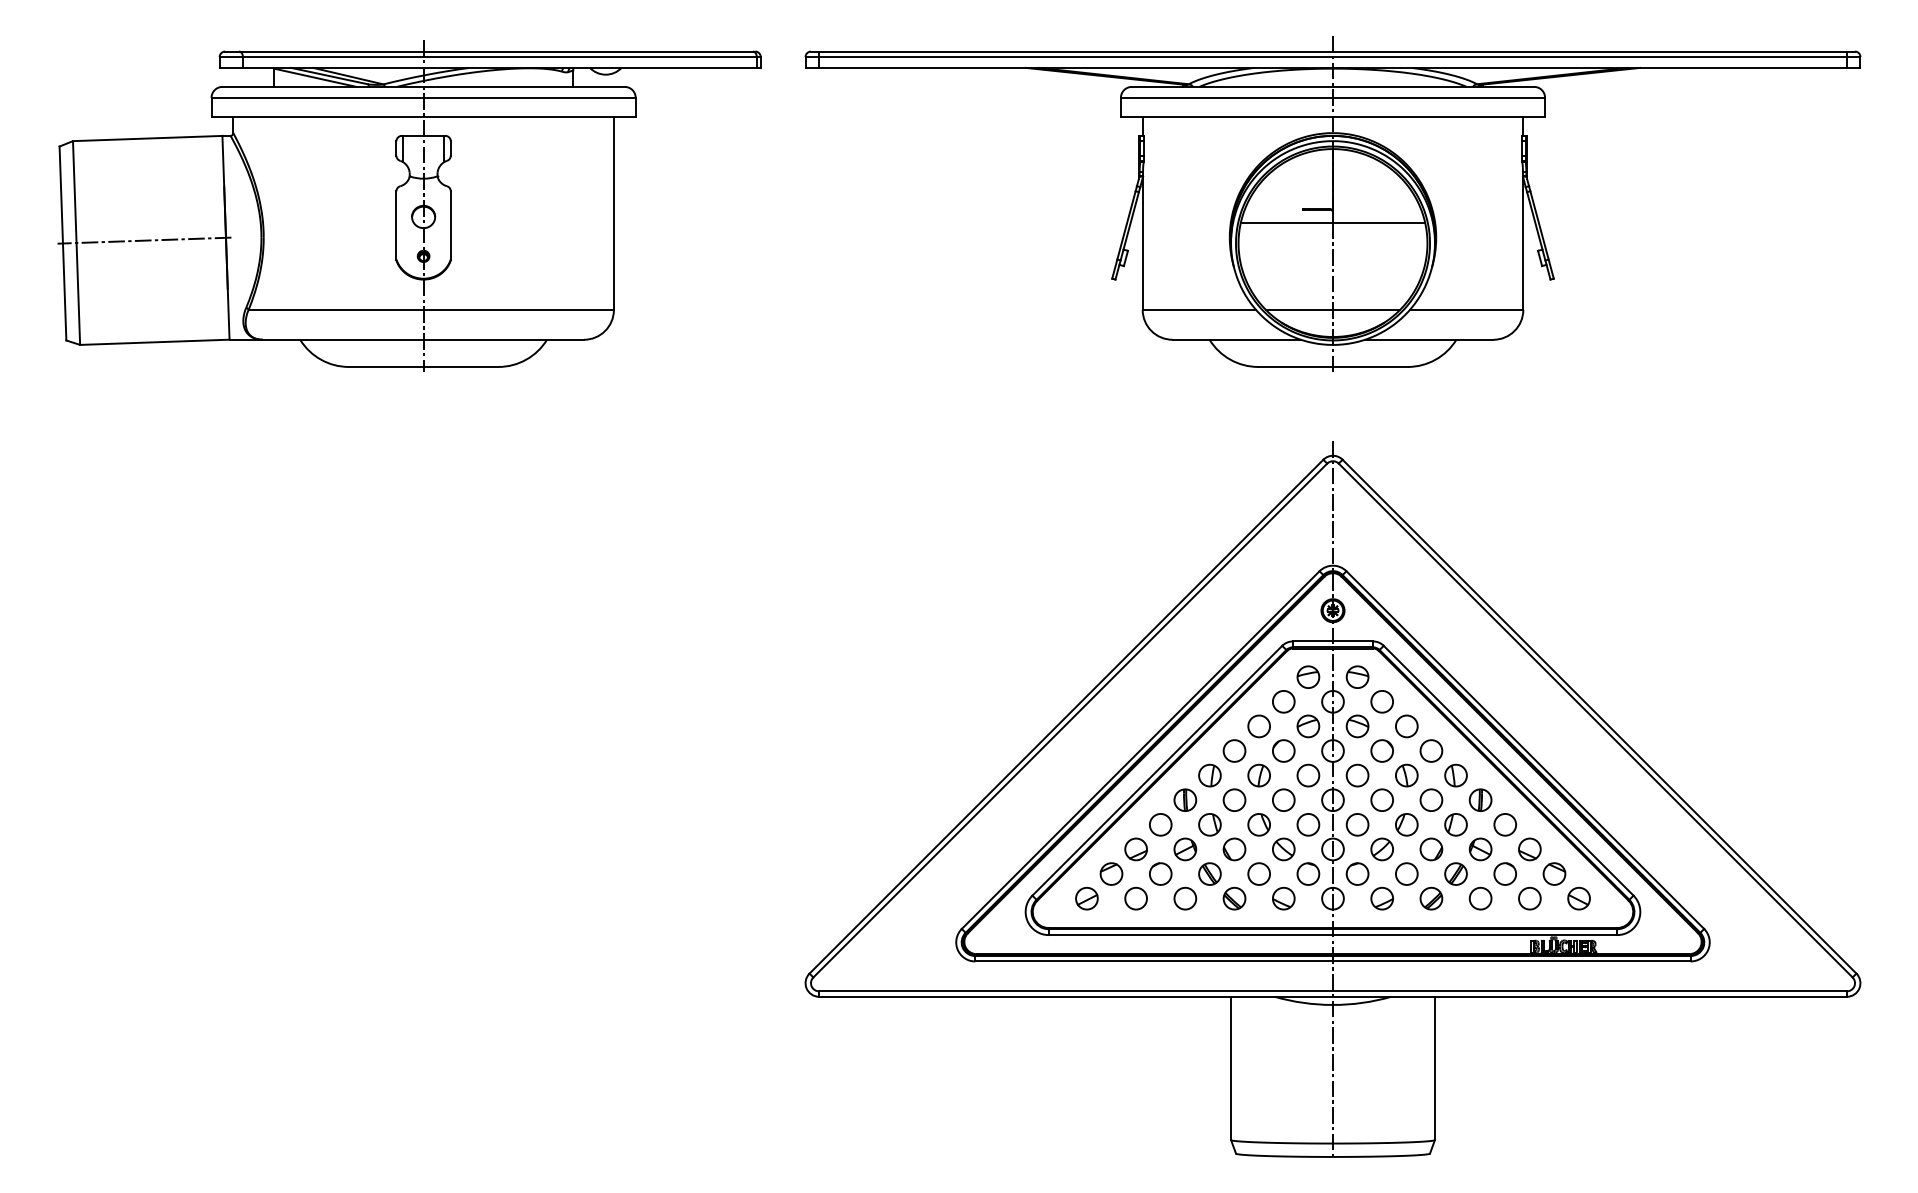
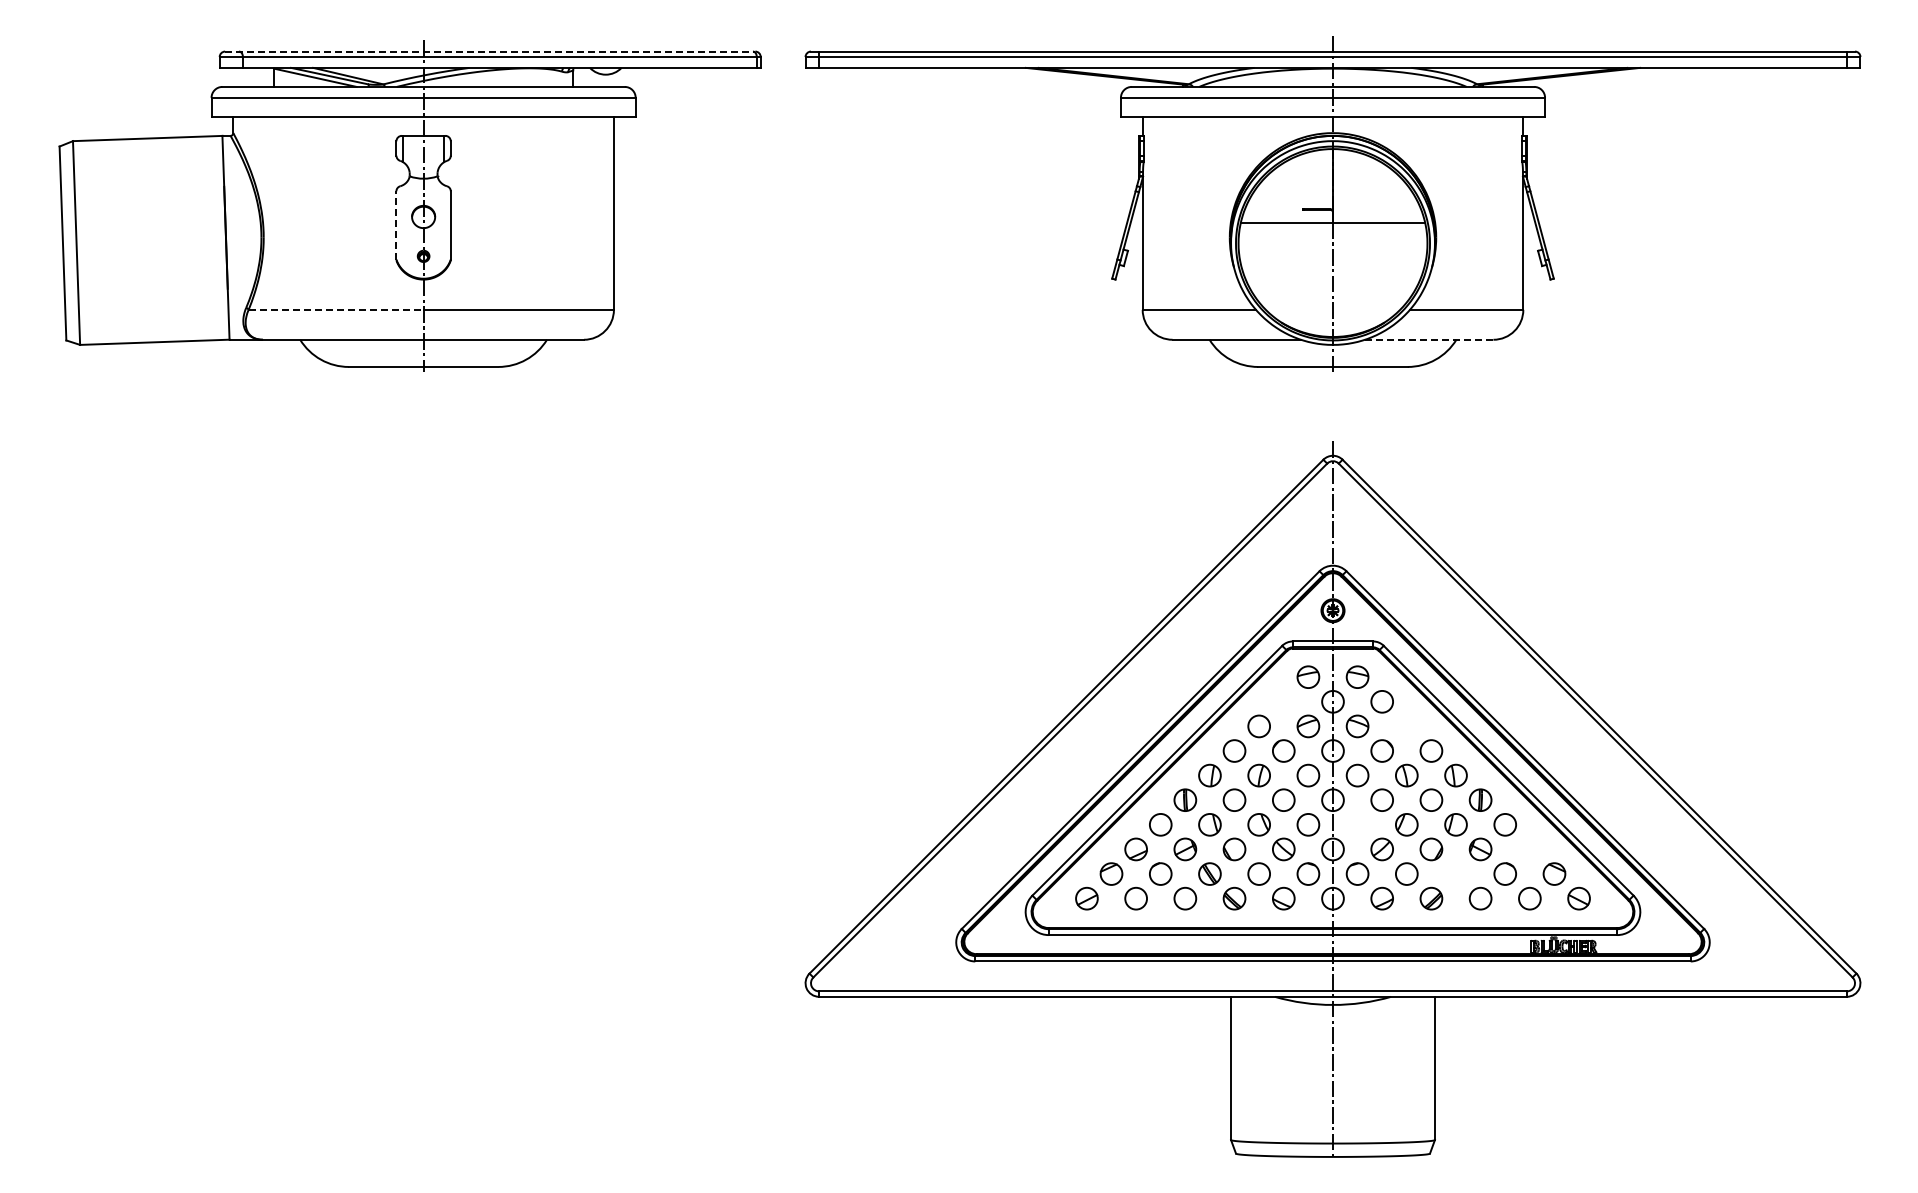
line at (490, 51): solid -> dashed
line at (396, 225): solid -> dashed
line at (144, 240): present -> none
line at (336, 309): solid -> dashed
line at (1332, 309): present -> none
line at (1429, 339): solid -> dashed
circle at (1283, 701): present -> none
circle at (1406, 726): present -> none
circle at (1357, 824): present -> none
part at (1529, 849): present -> none
part at (1455, 873): present -> none
